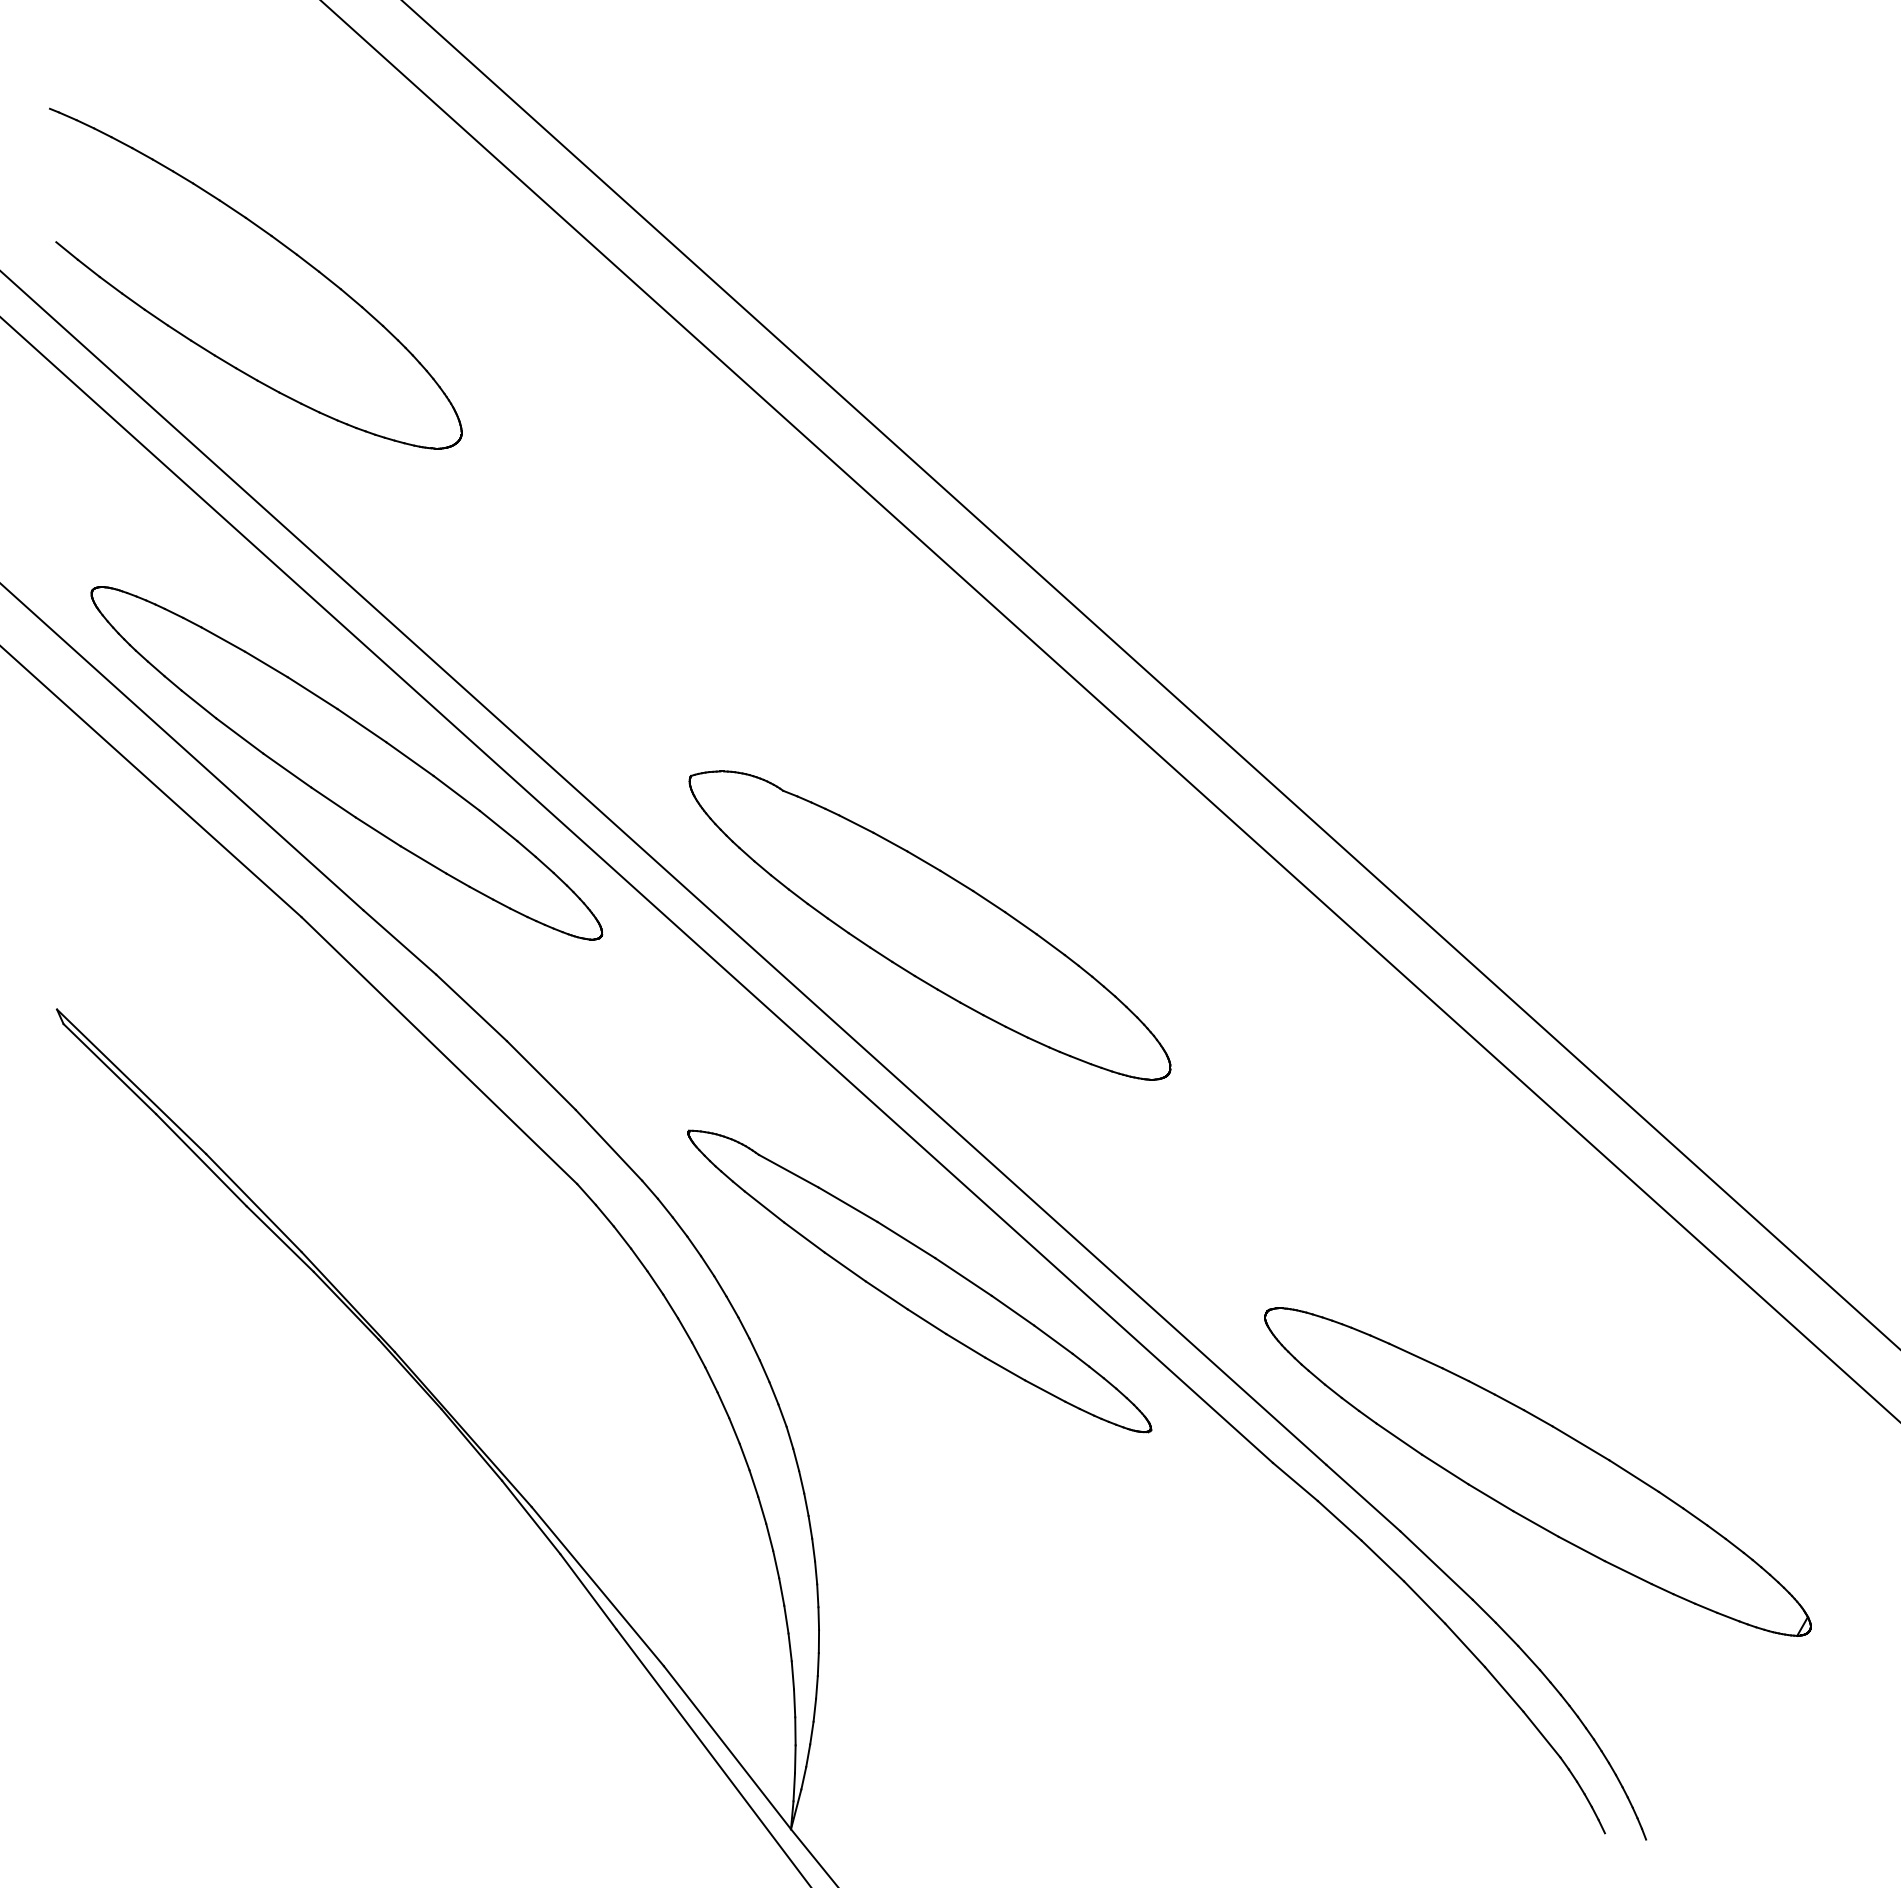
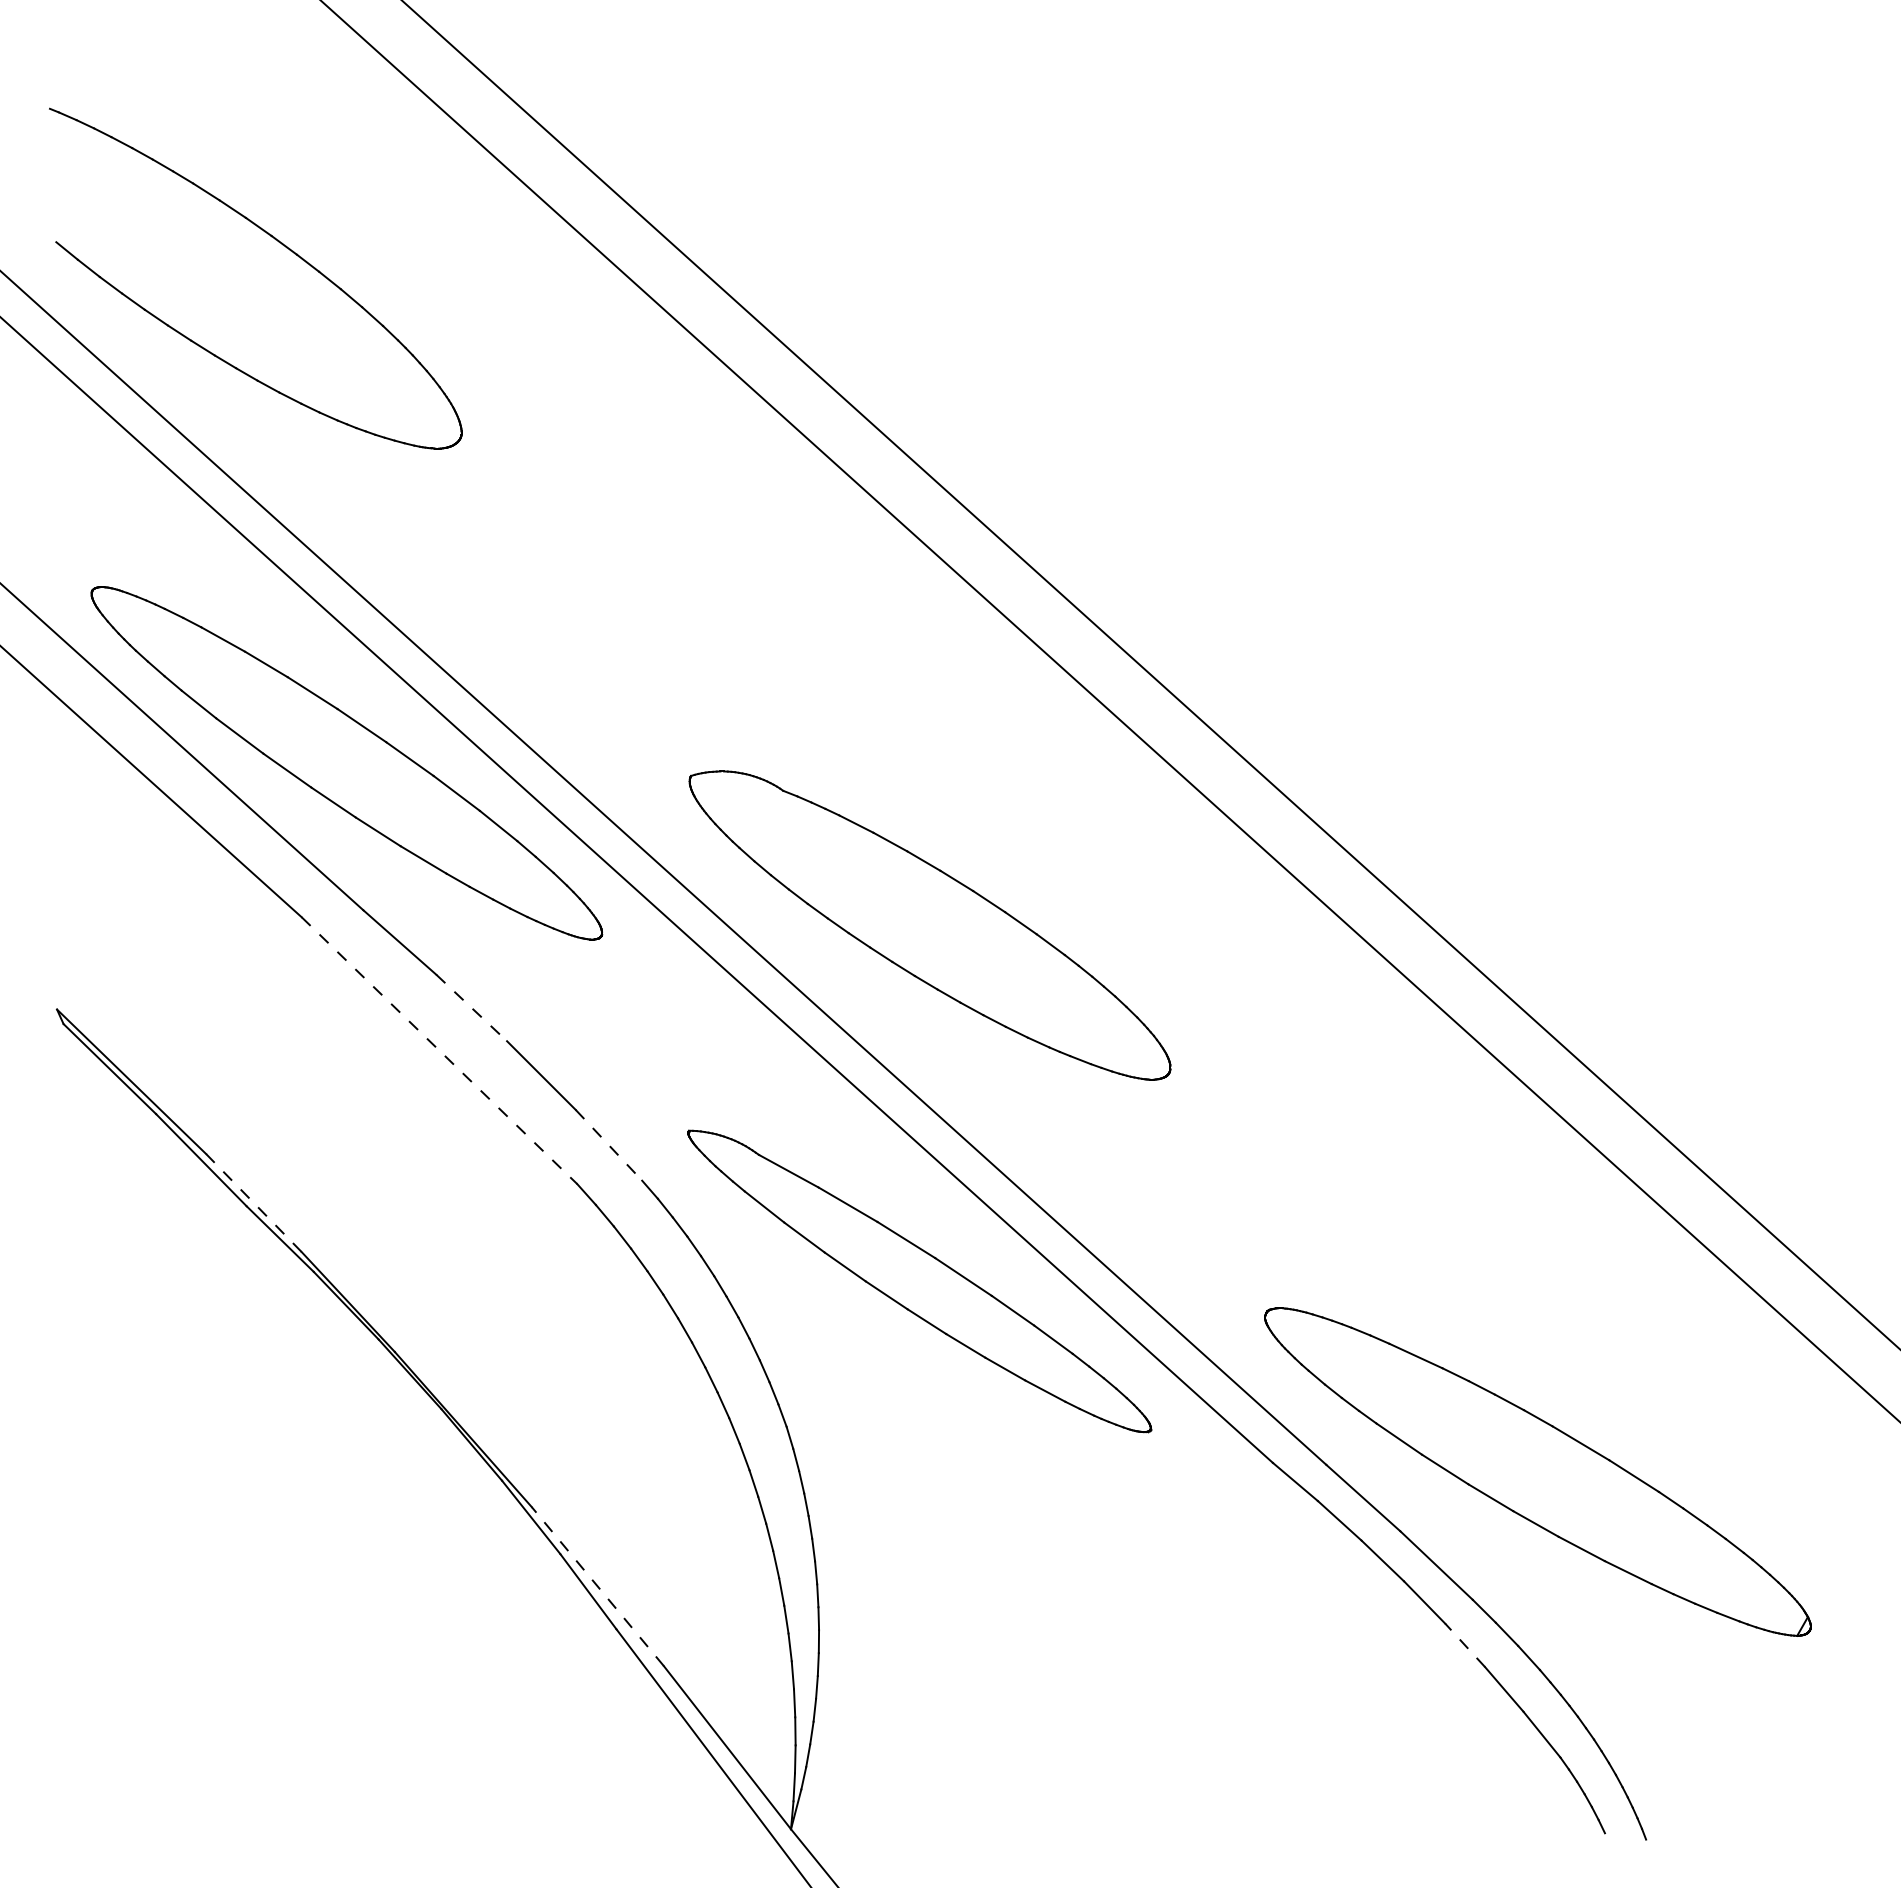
line at (471, 1007): solid -> dashed
line at (439, 1050): solid -> dashed
line at (608, 1145): solid -> dashed
line at (253, 1202): solid -> dashed
line at (597, 1586): solid -> dashed
line at (1465, 1645): solid -> dashed
